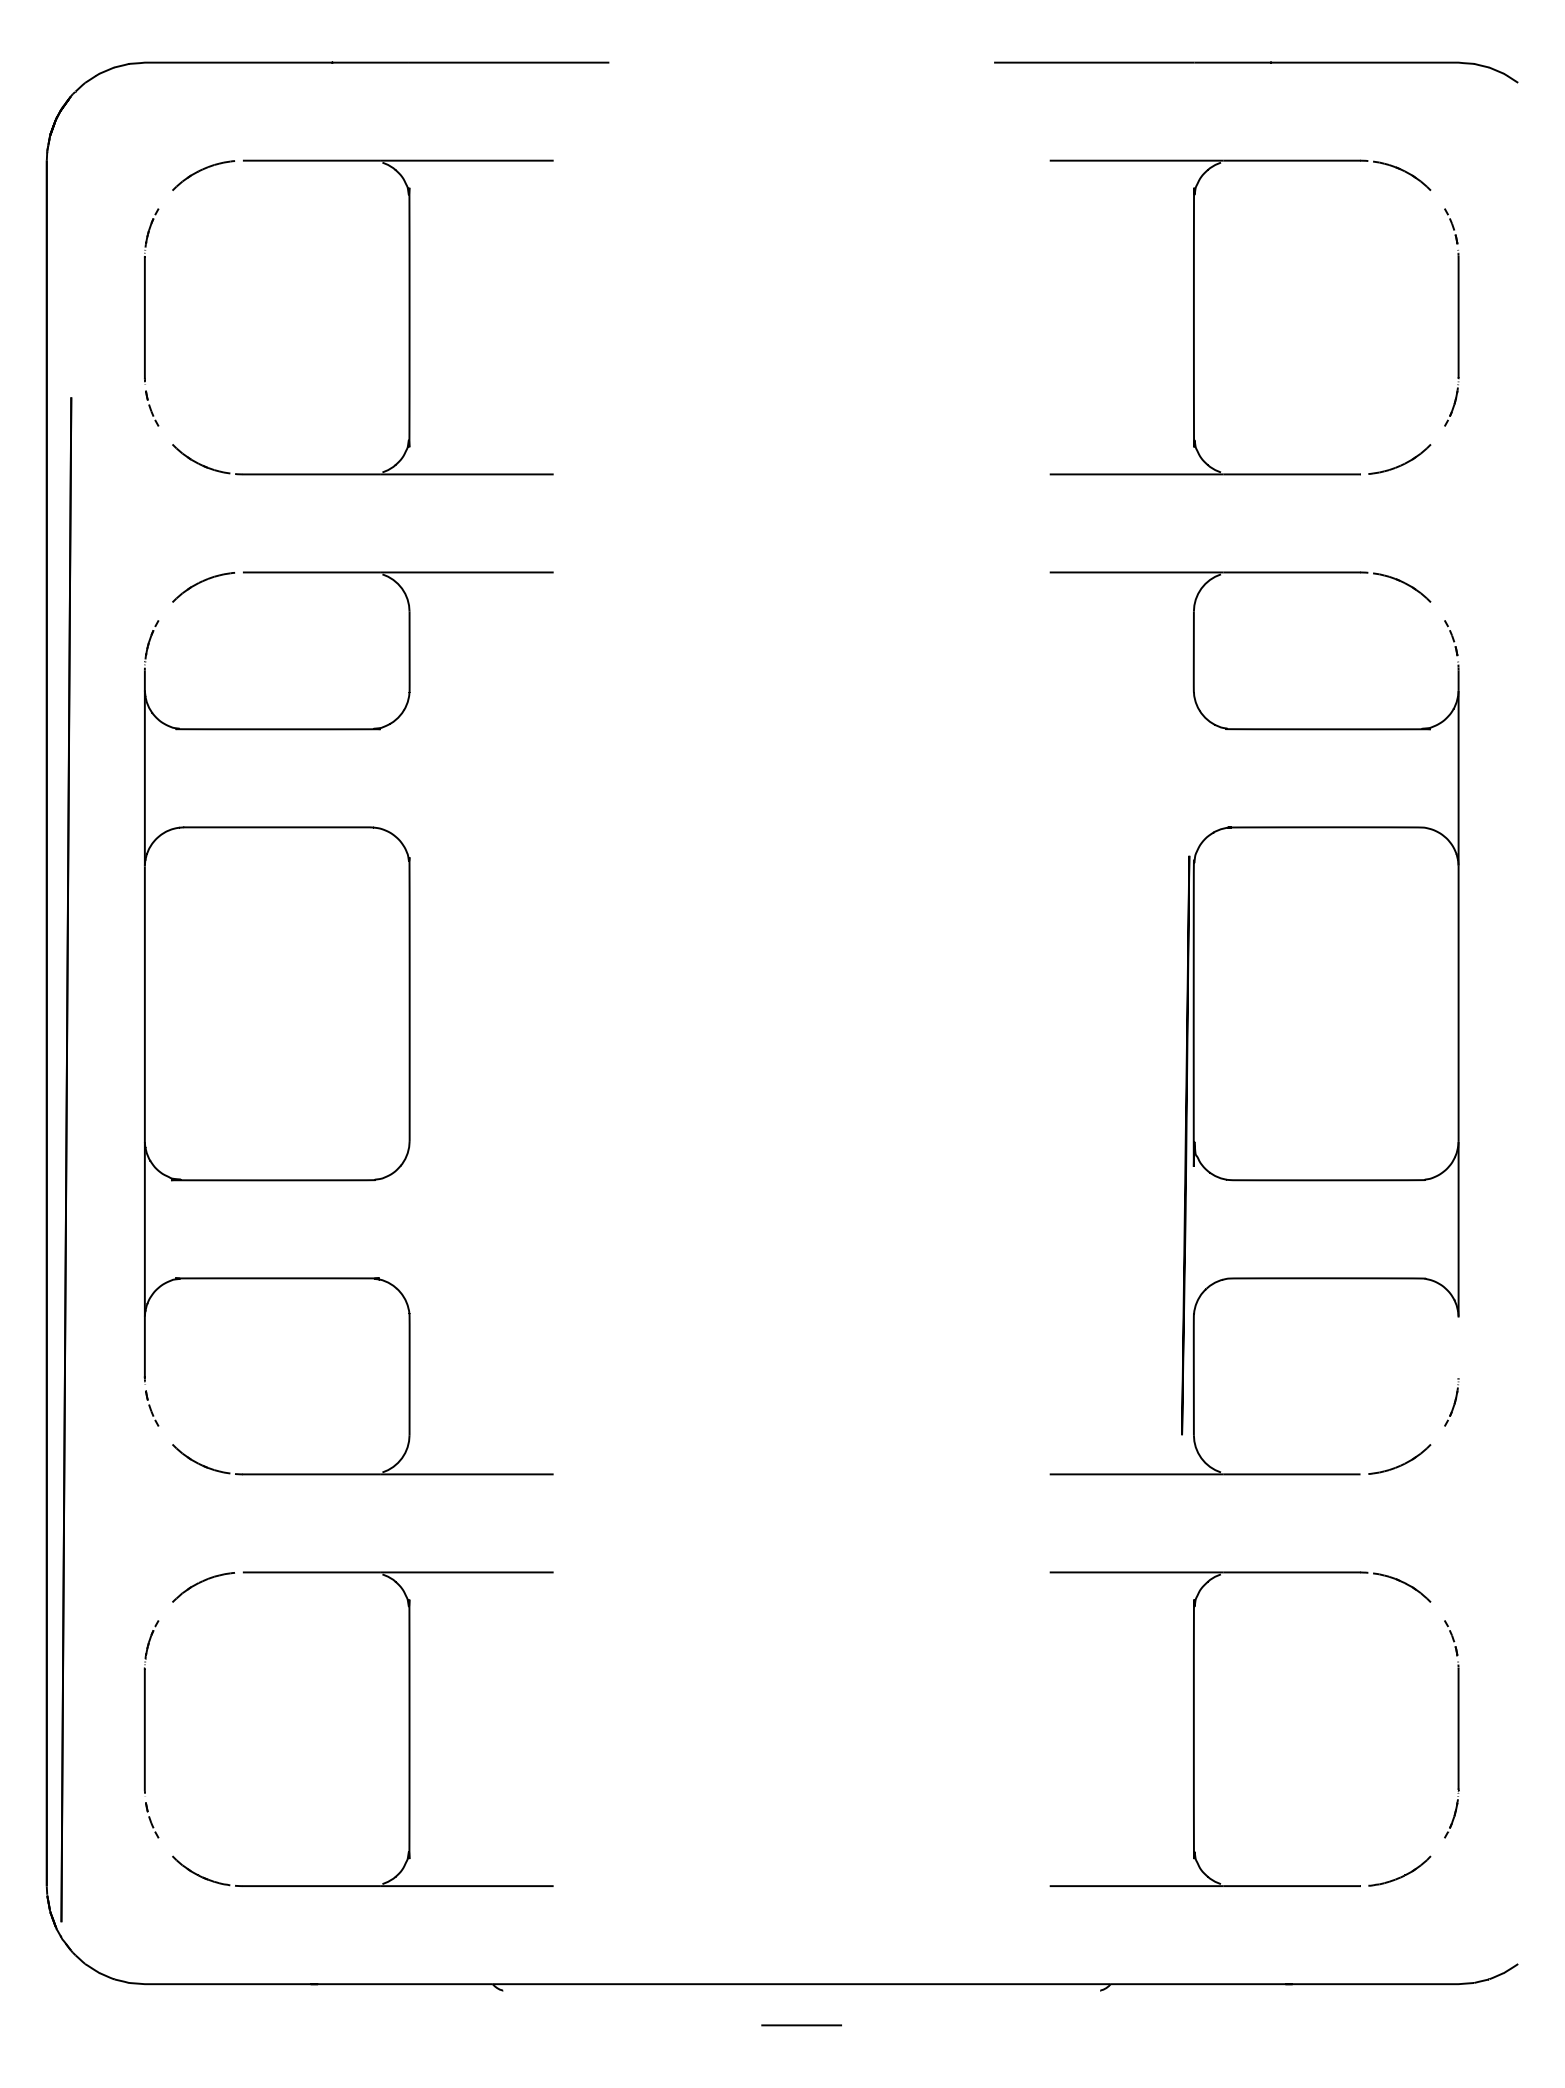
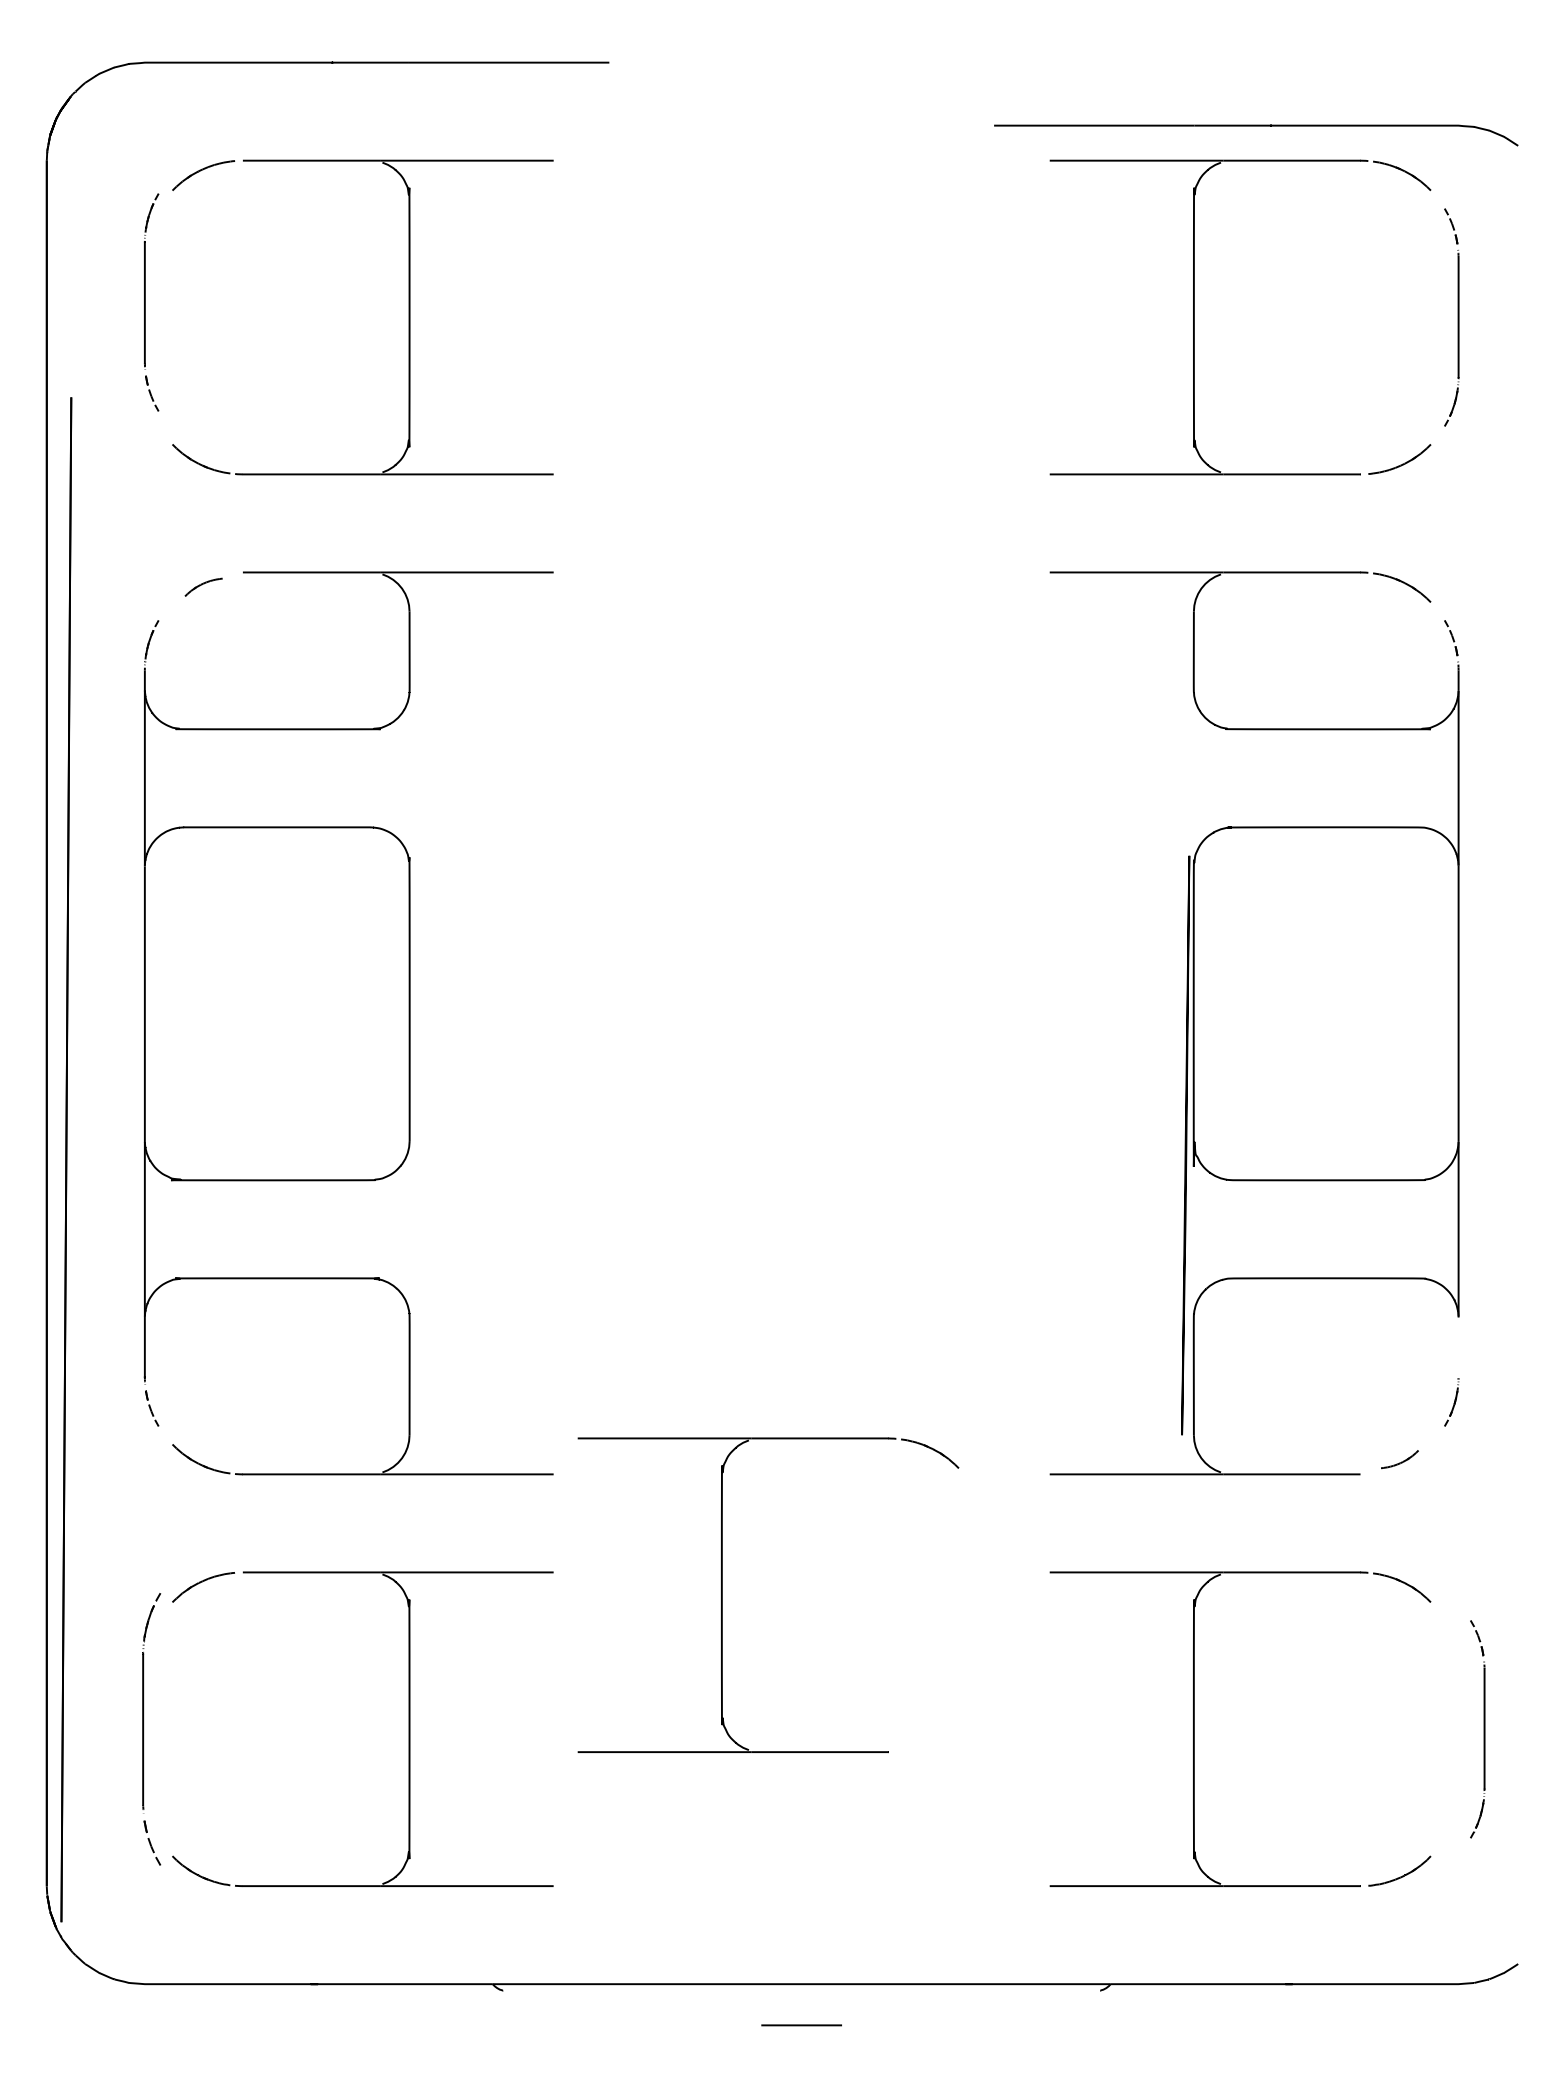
part at (1256, 63) position: (1256, 63) -> (1256, 126)
part at (151, 317) position: (151, 317) -> (151, 302)
part at (203, 587) size: 64x31 px -> 39x20 px
part at (1399, 1459) size: 64x31 px -> 38x20 px
part at (722, 1595): none -> present
part at (151, 1729) size: 17x219 px -> 20x273 px
part at (1451, 1729) position: (1451, 1729) -> (1477, 1729)
